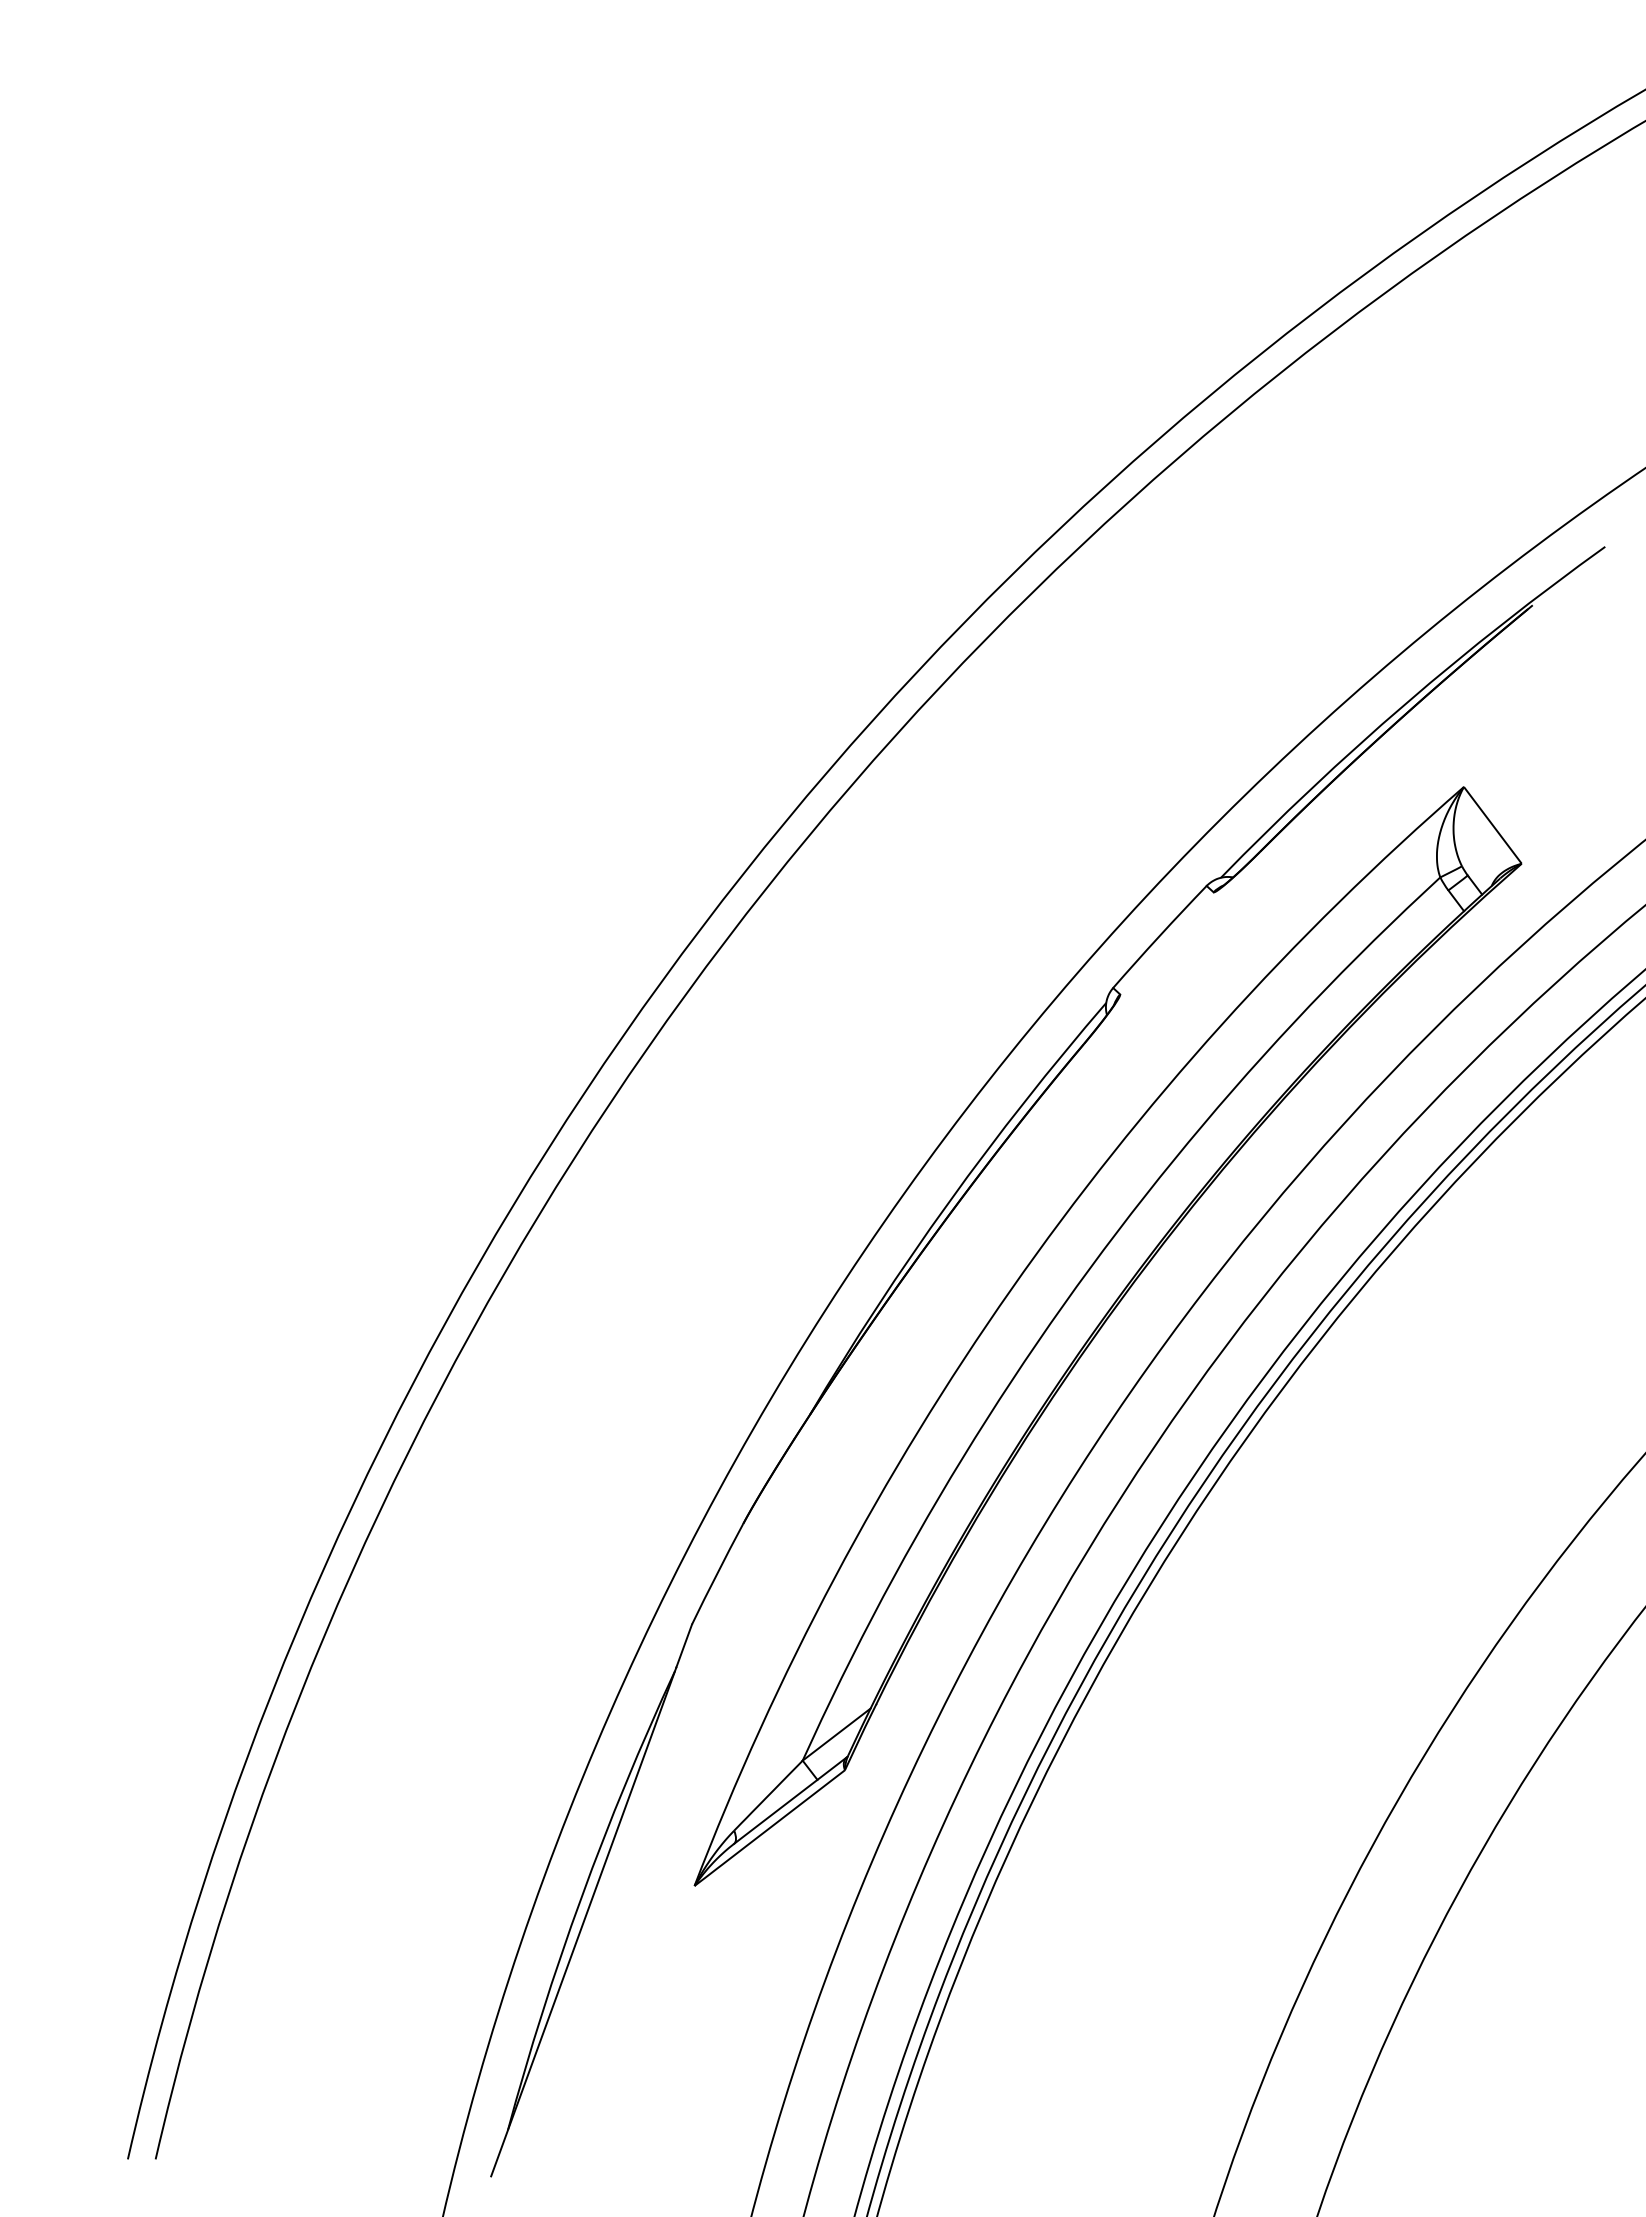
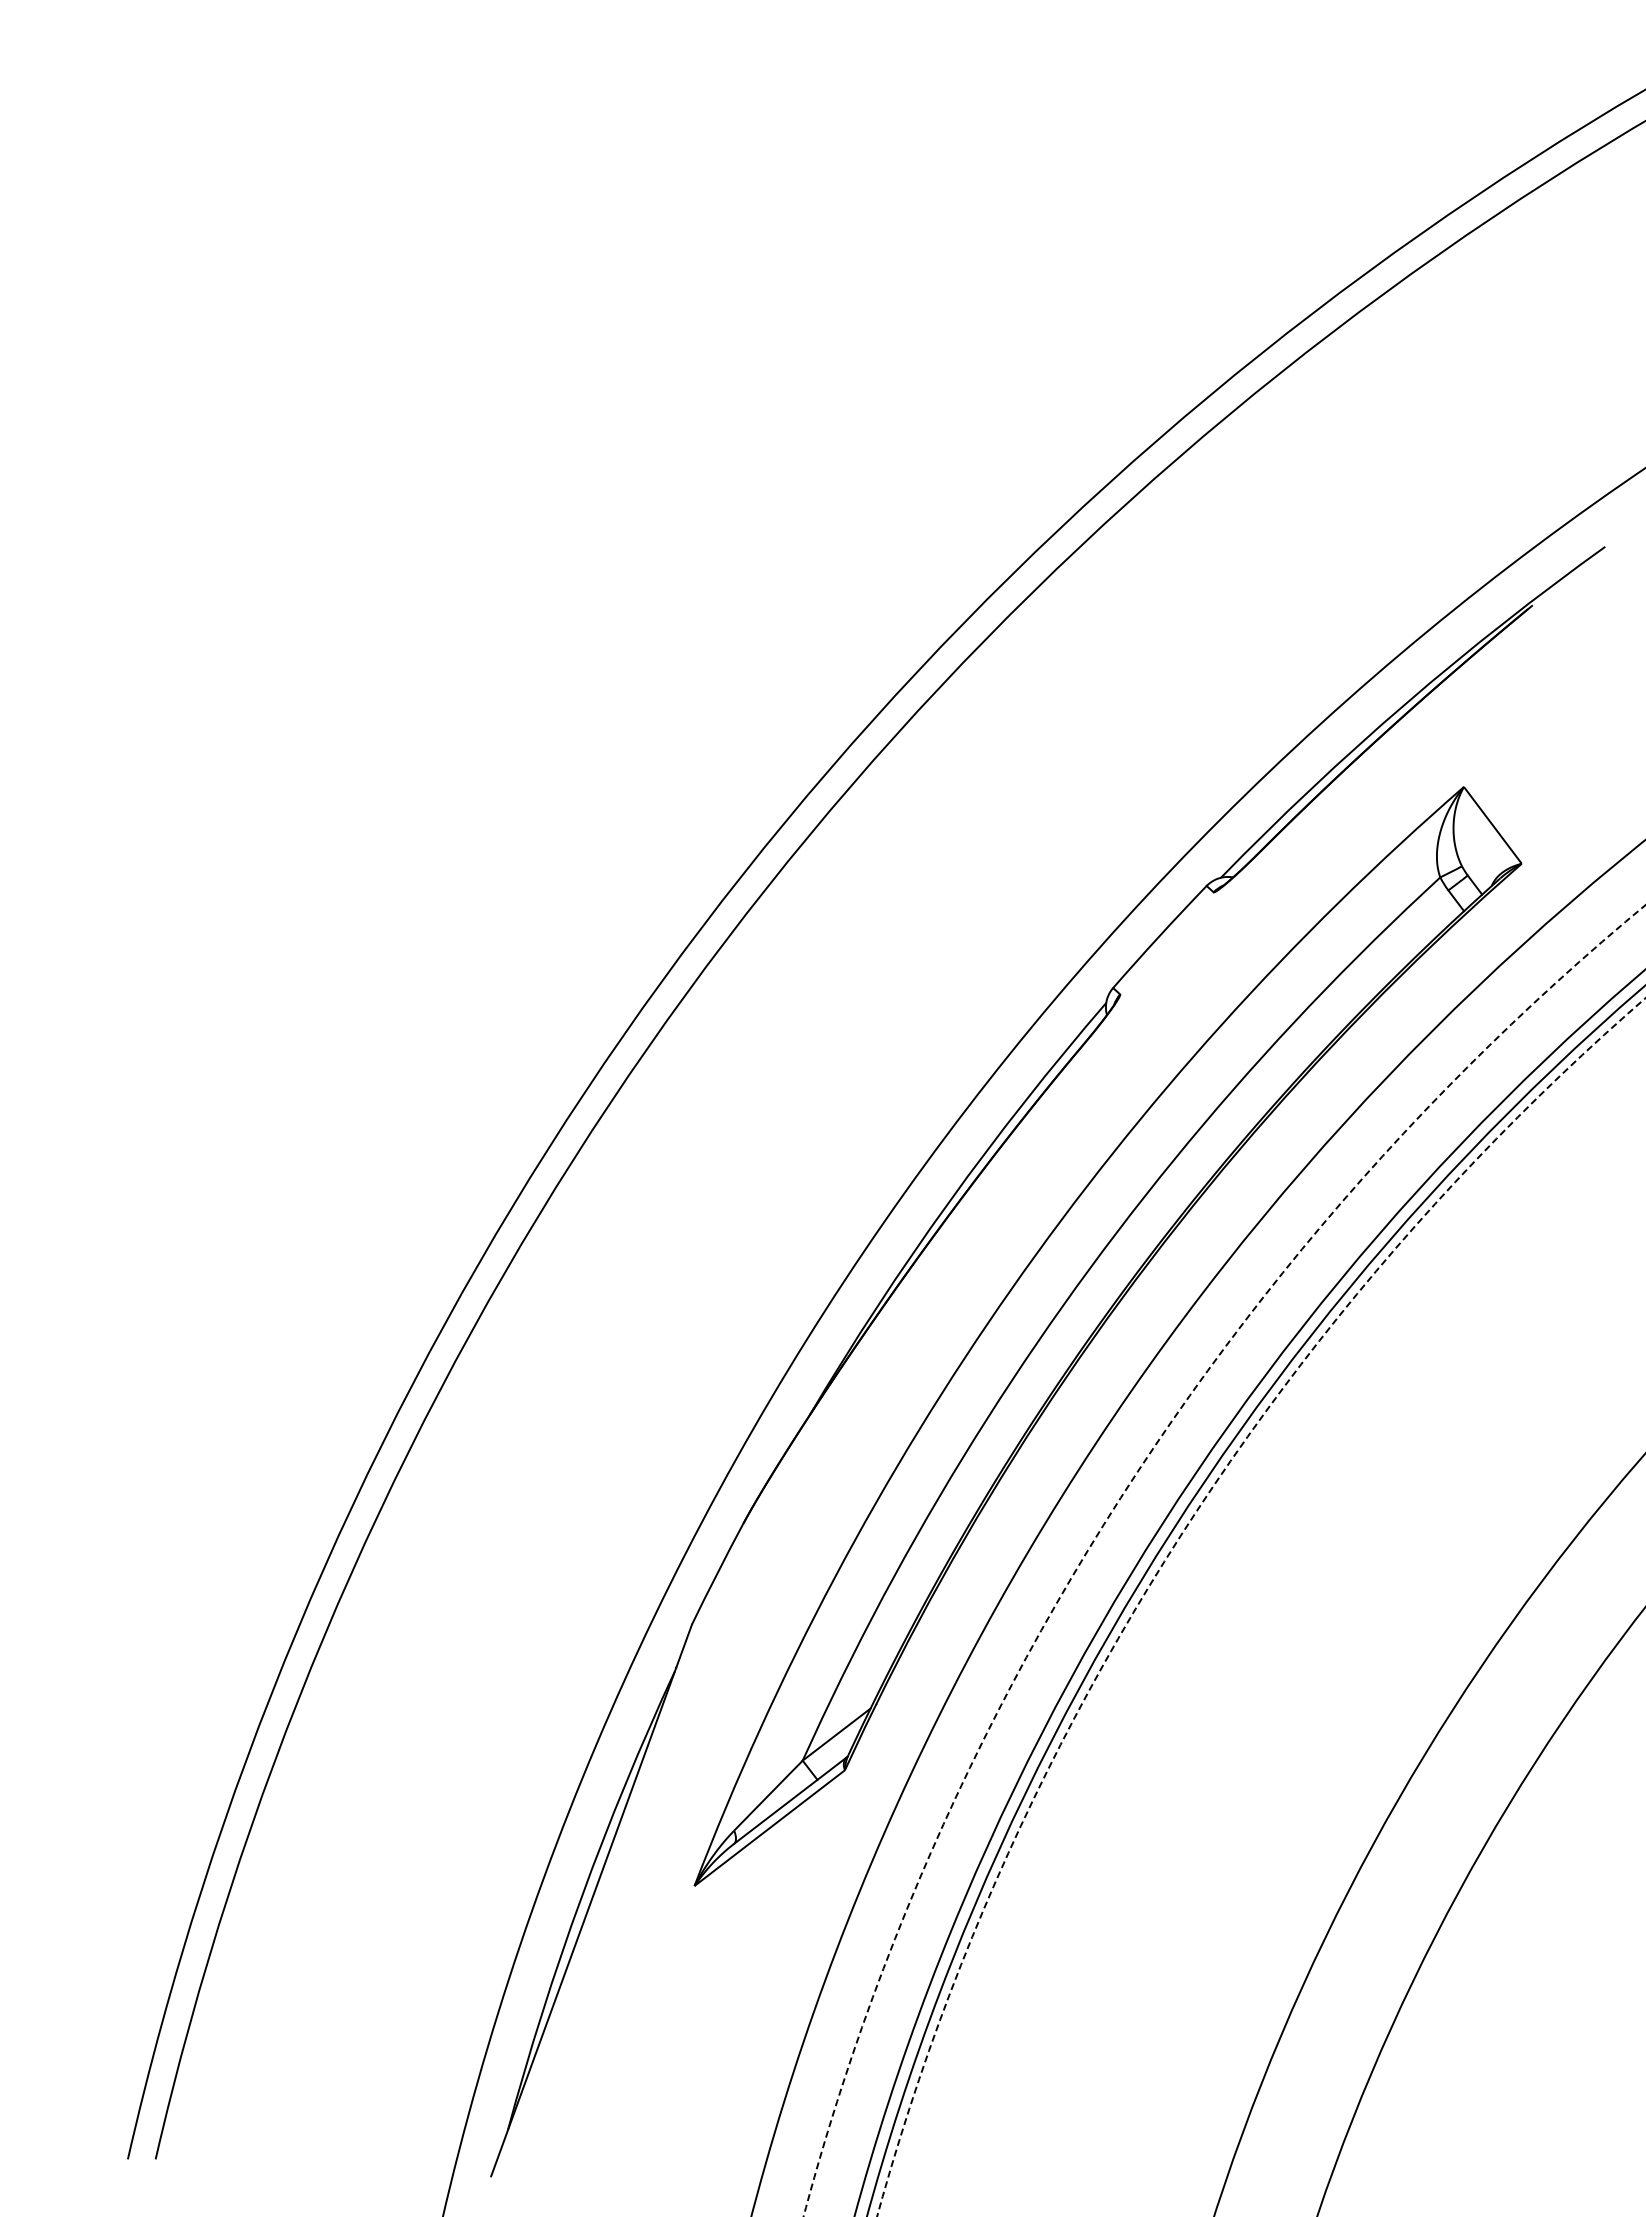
circle at (1224, 1560): solid -> dashed
circle at (1261, 1606): solid -> dashed
